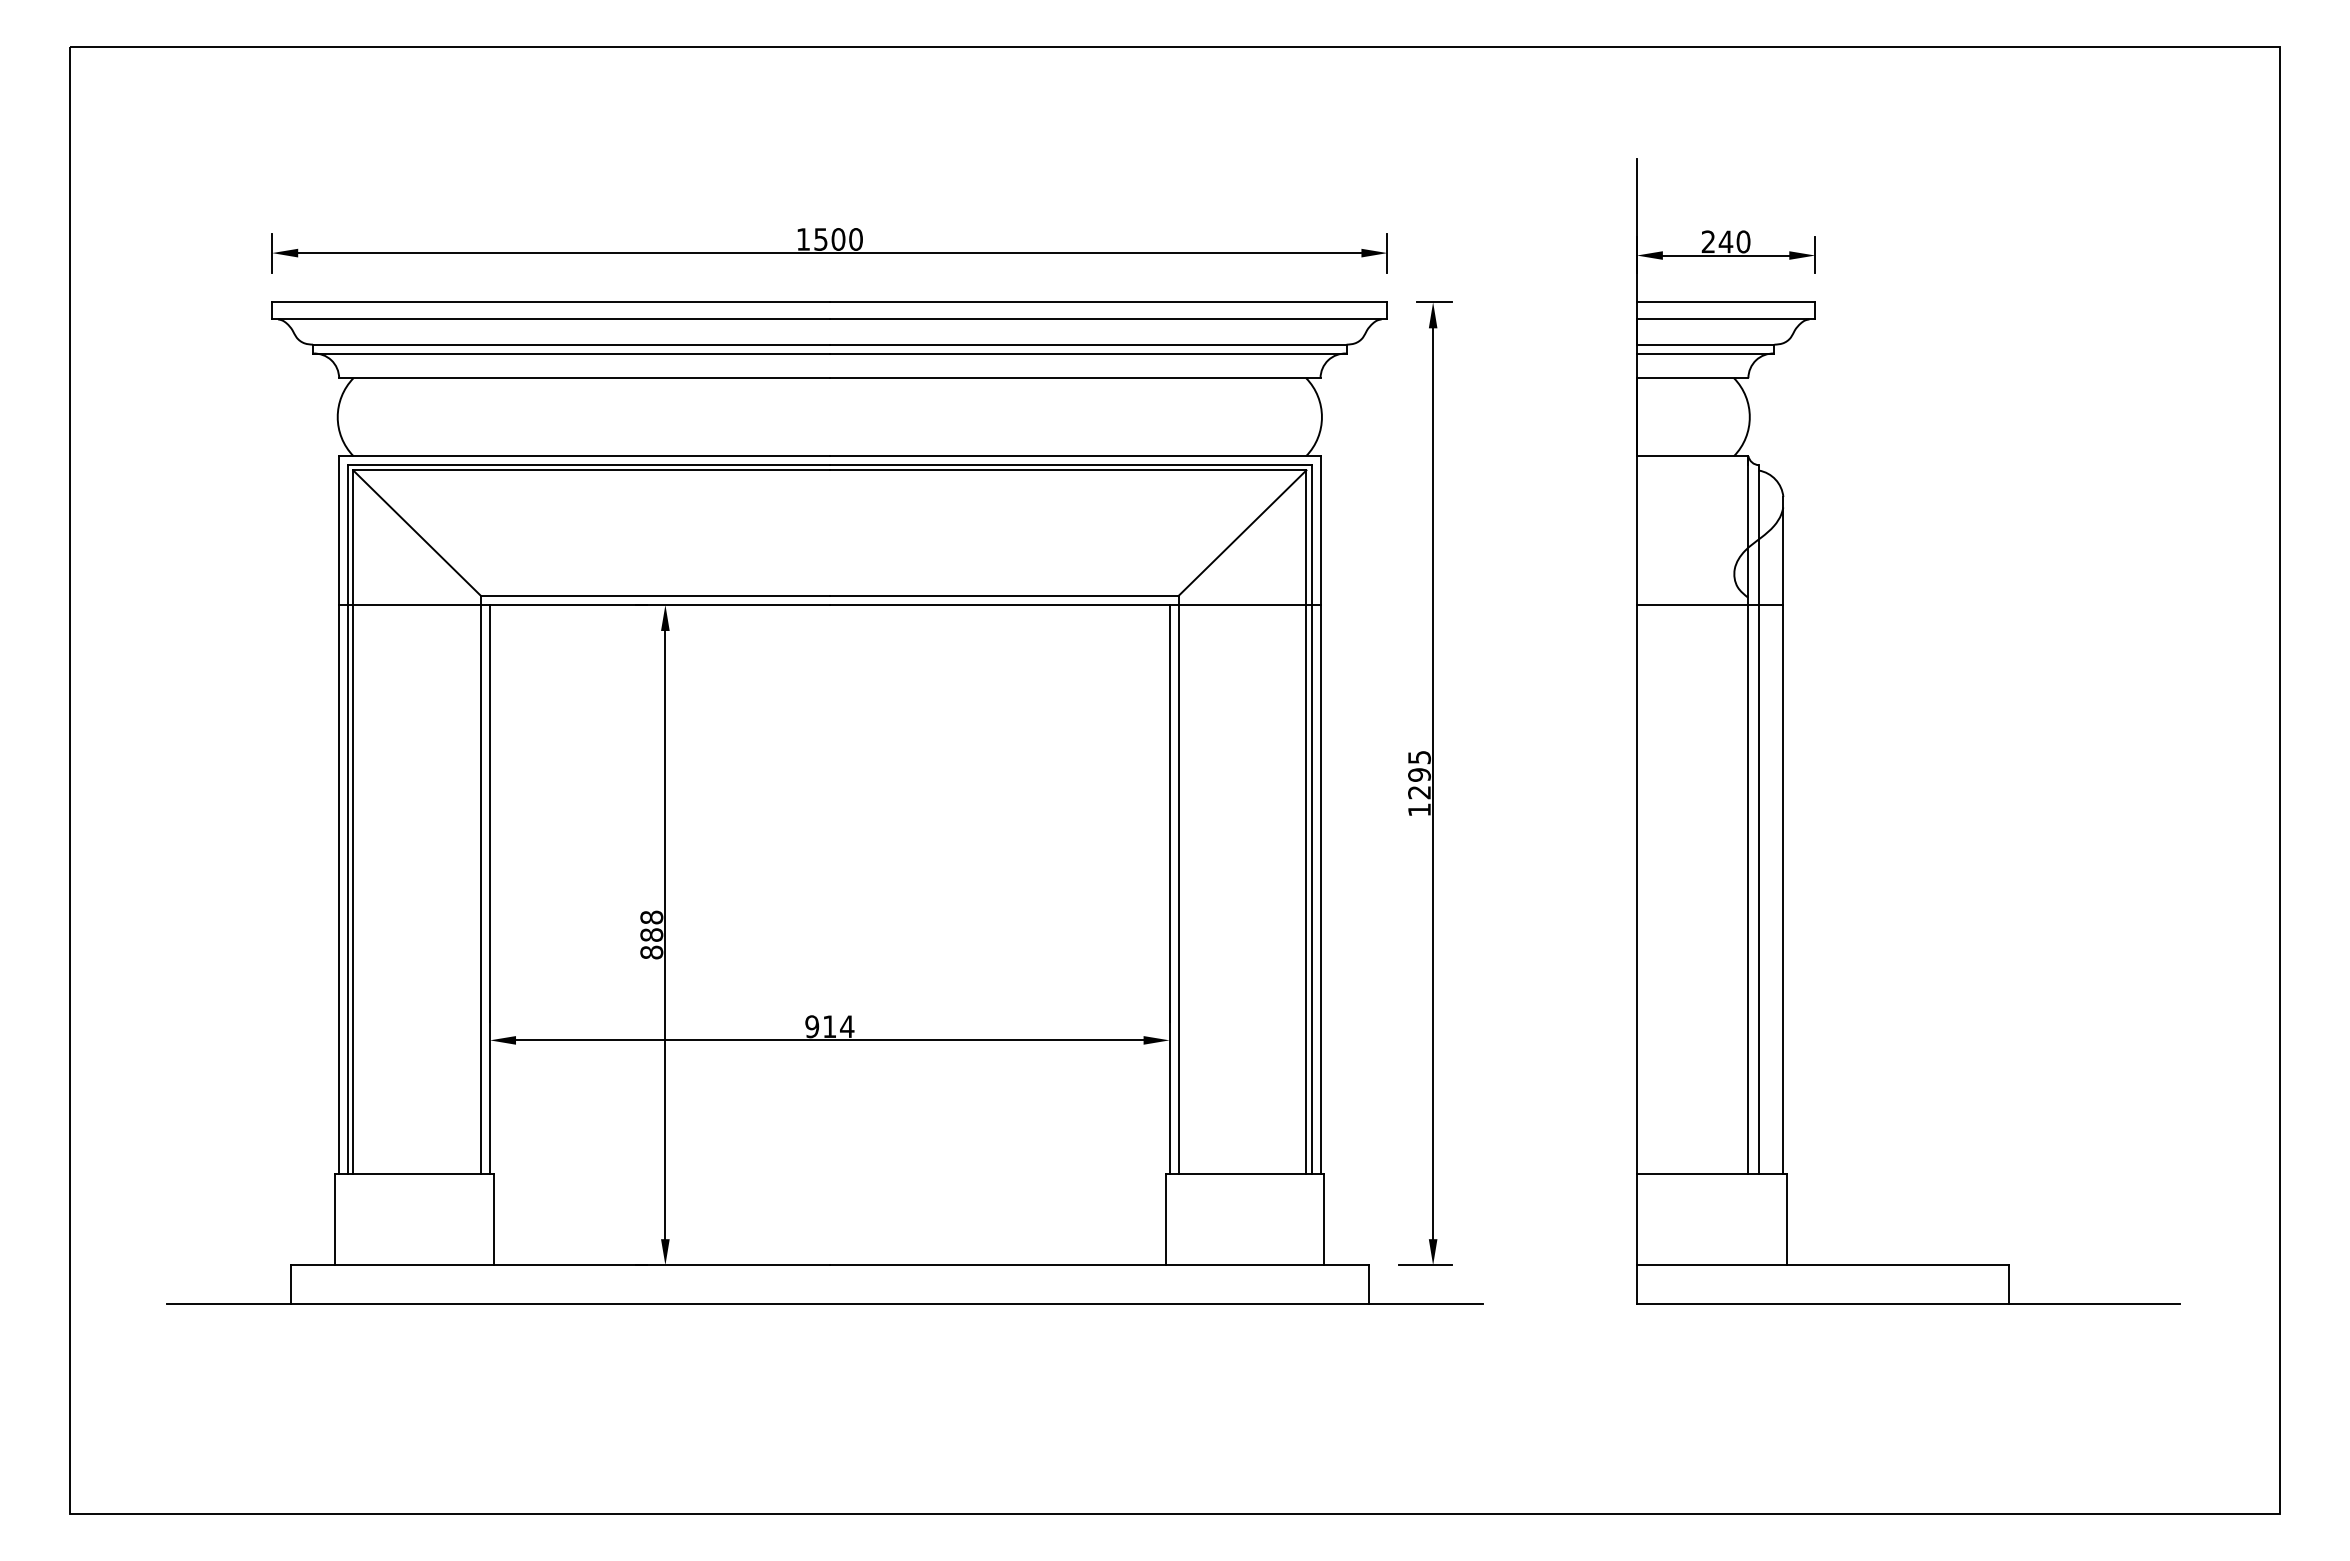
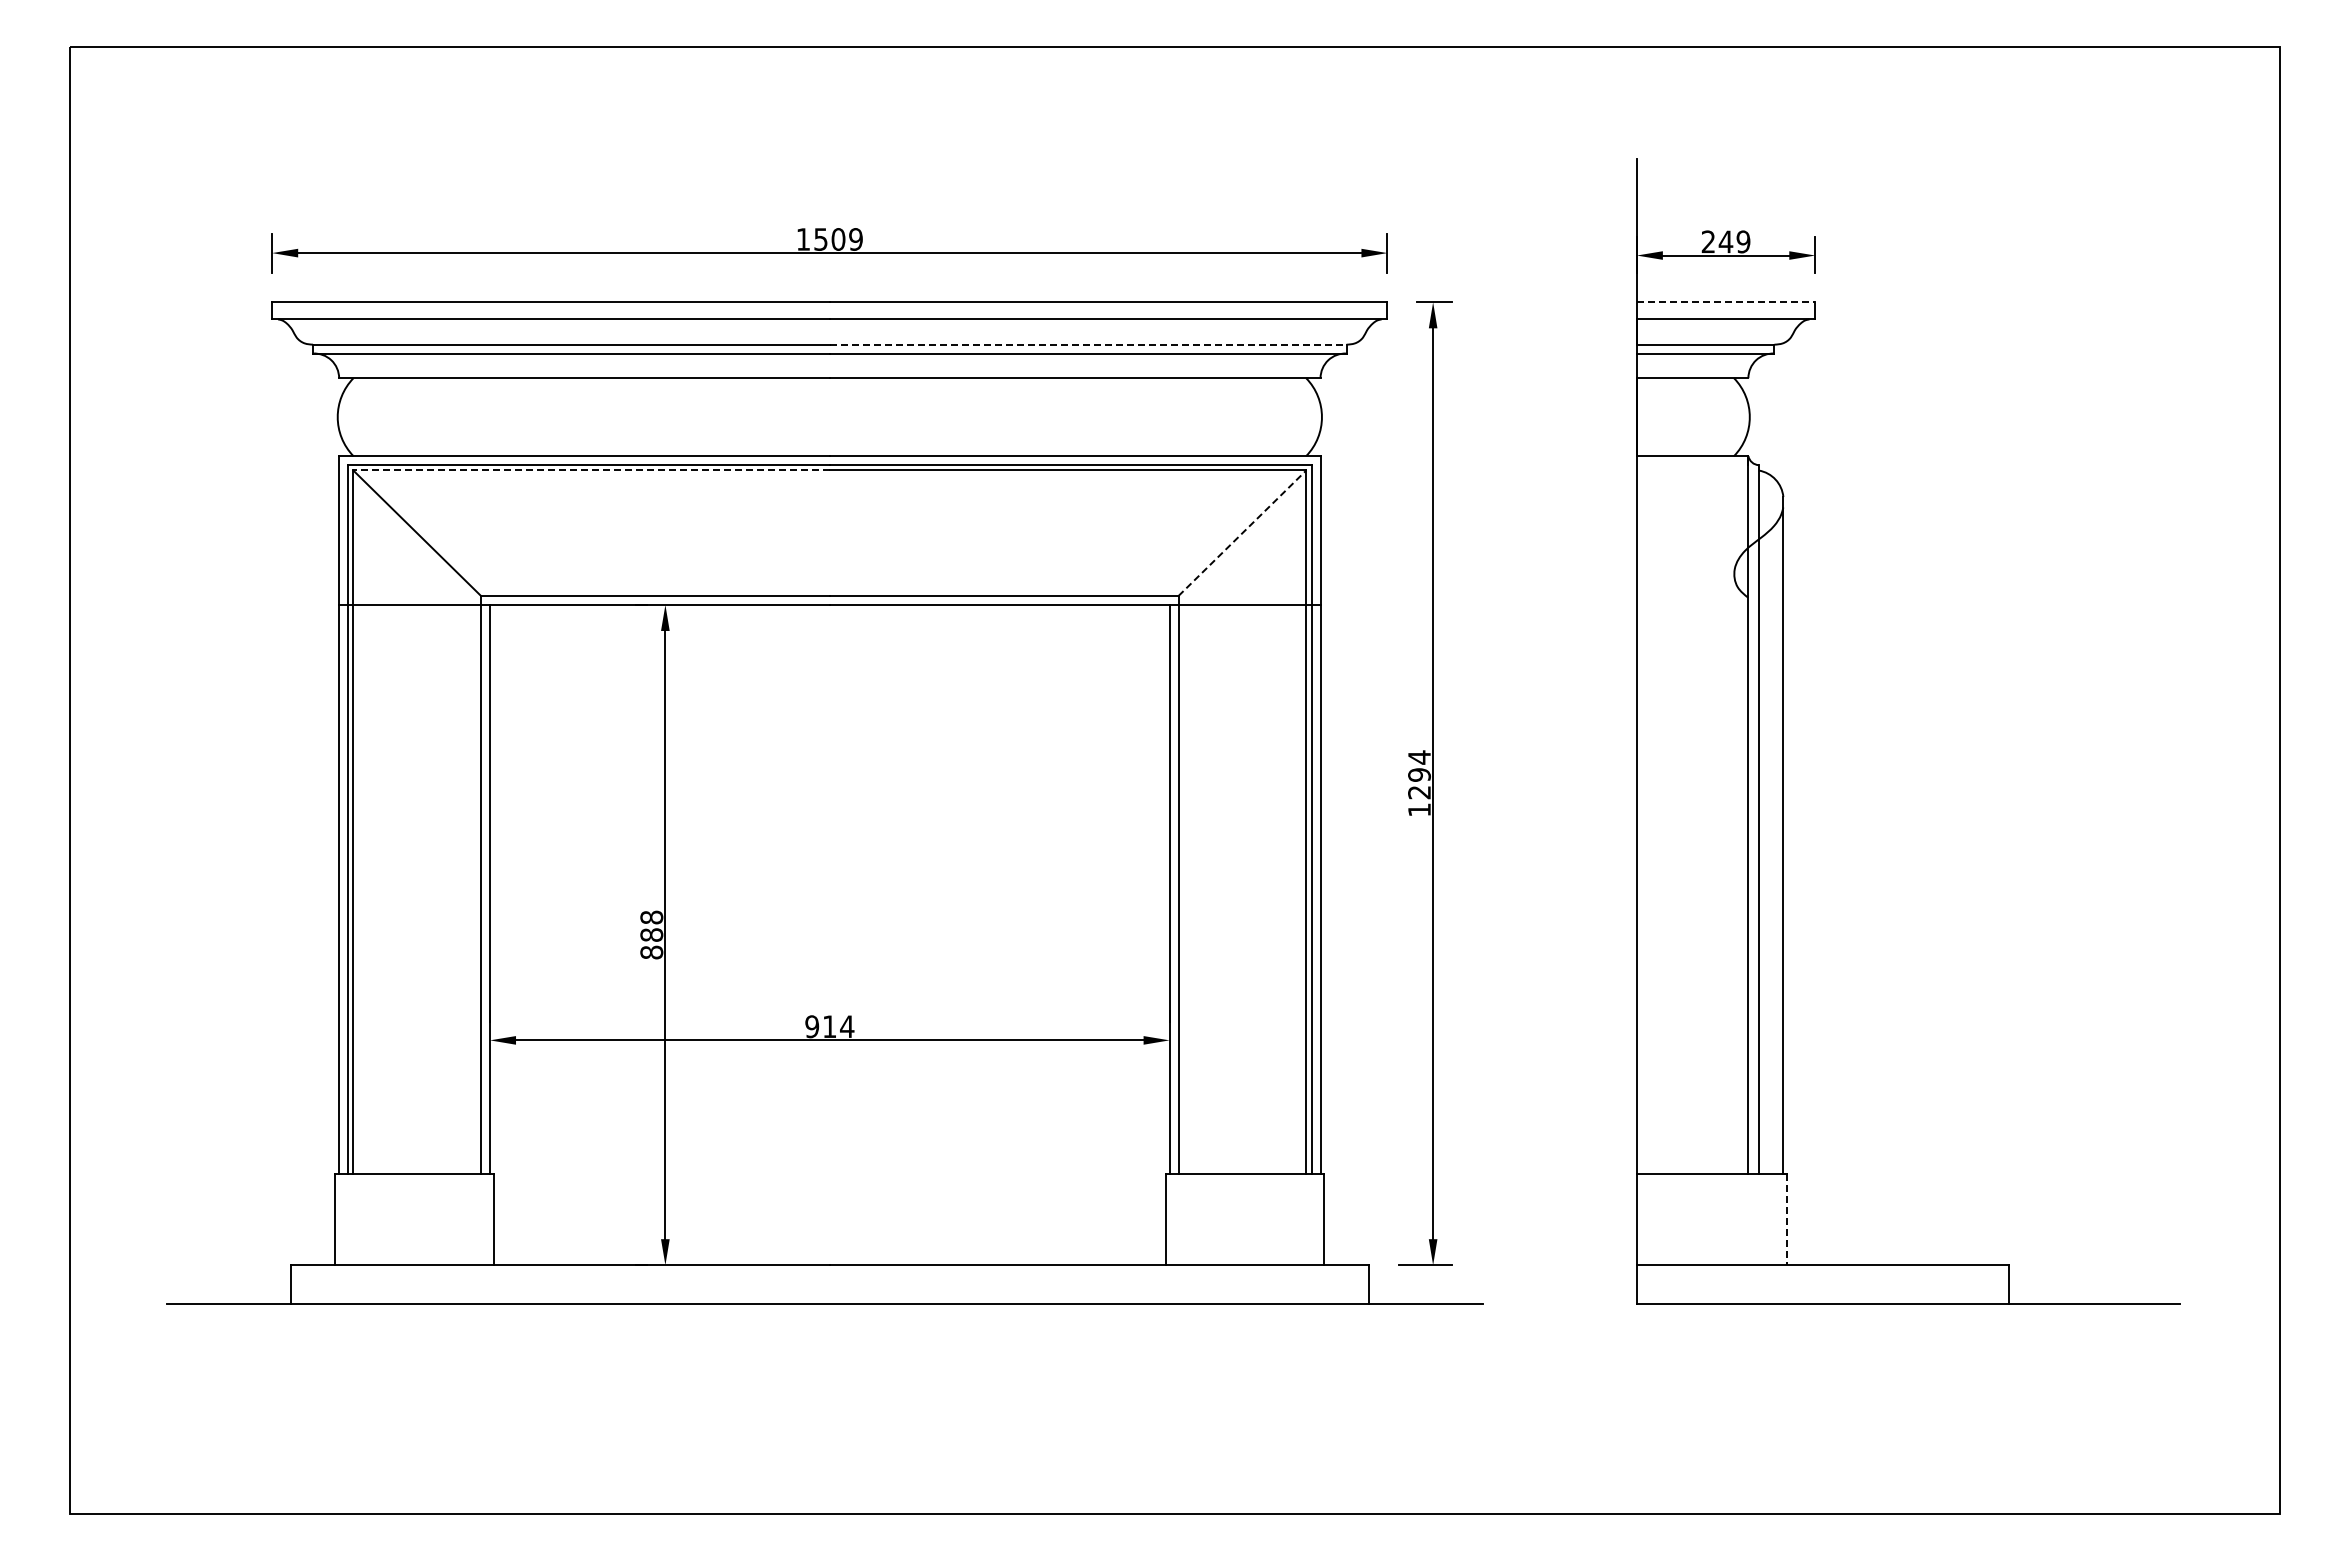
text at (855, 239): 1500 -> 1509
text at (1743, 241): 240 -> 249
line at (1726, 302): solid -> dashed
line at (1088, 344): solid -> dashed
line at (591, 470): solid -> dashed
line at (1242, 533): solid -> dashed
line at (1709, 604): present -> none
text at (1419, 757): 1295 -> 1294
line at (1787, 1219): solid -> dashed
